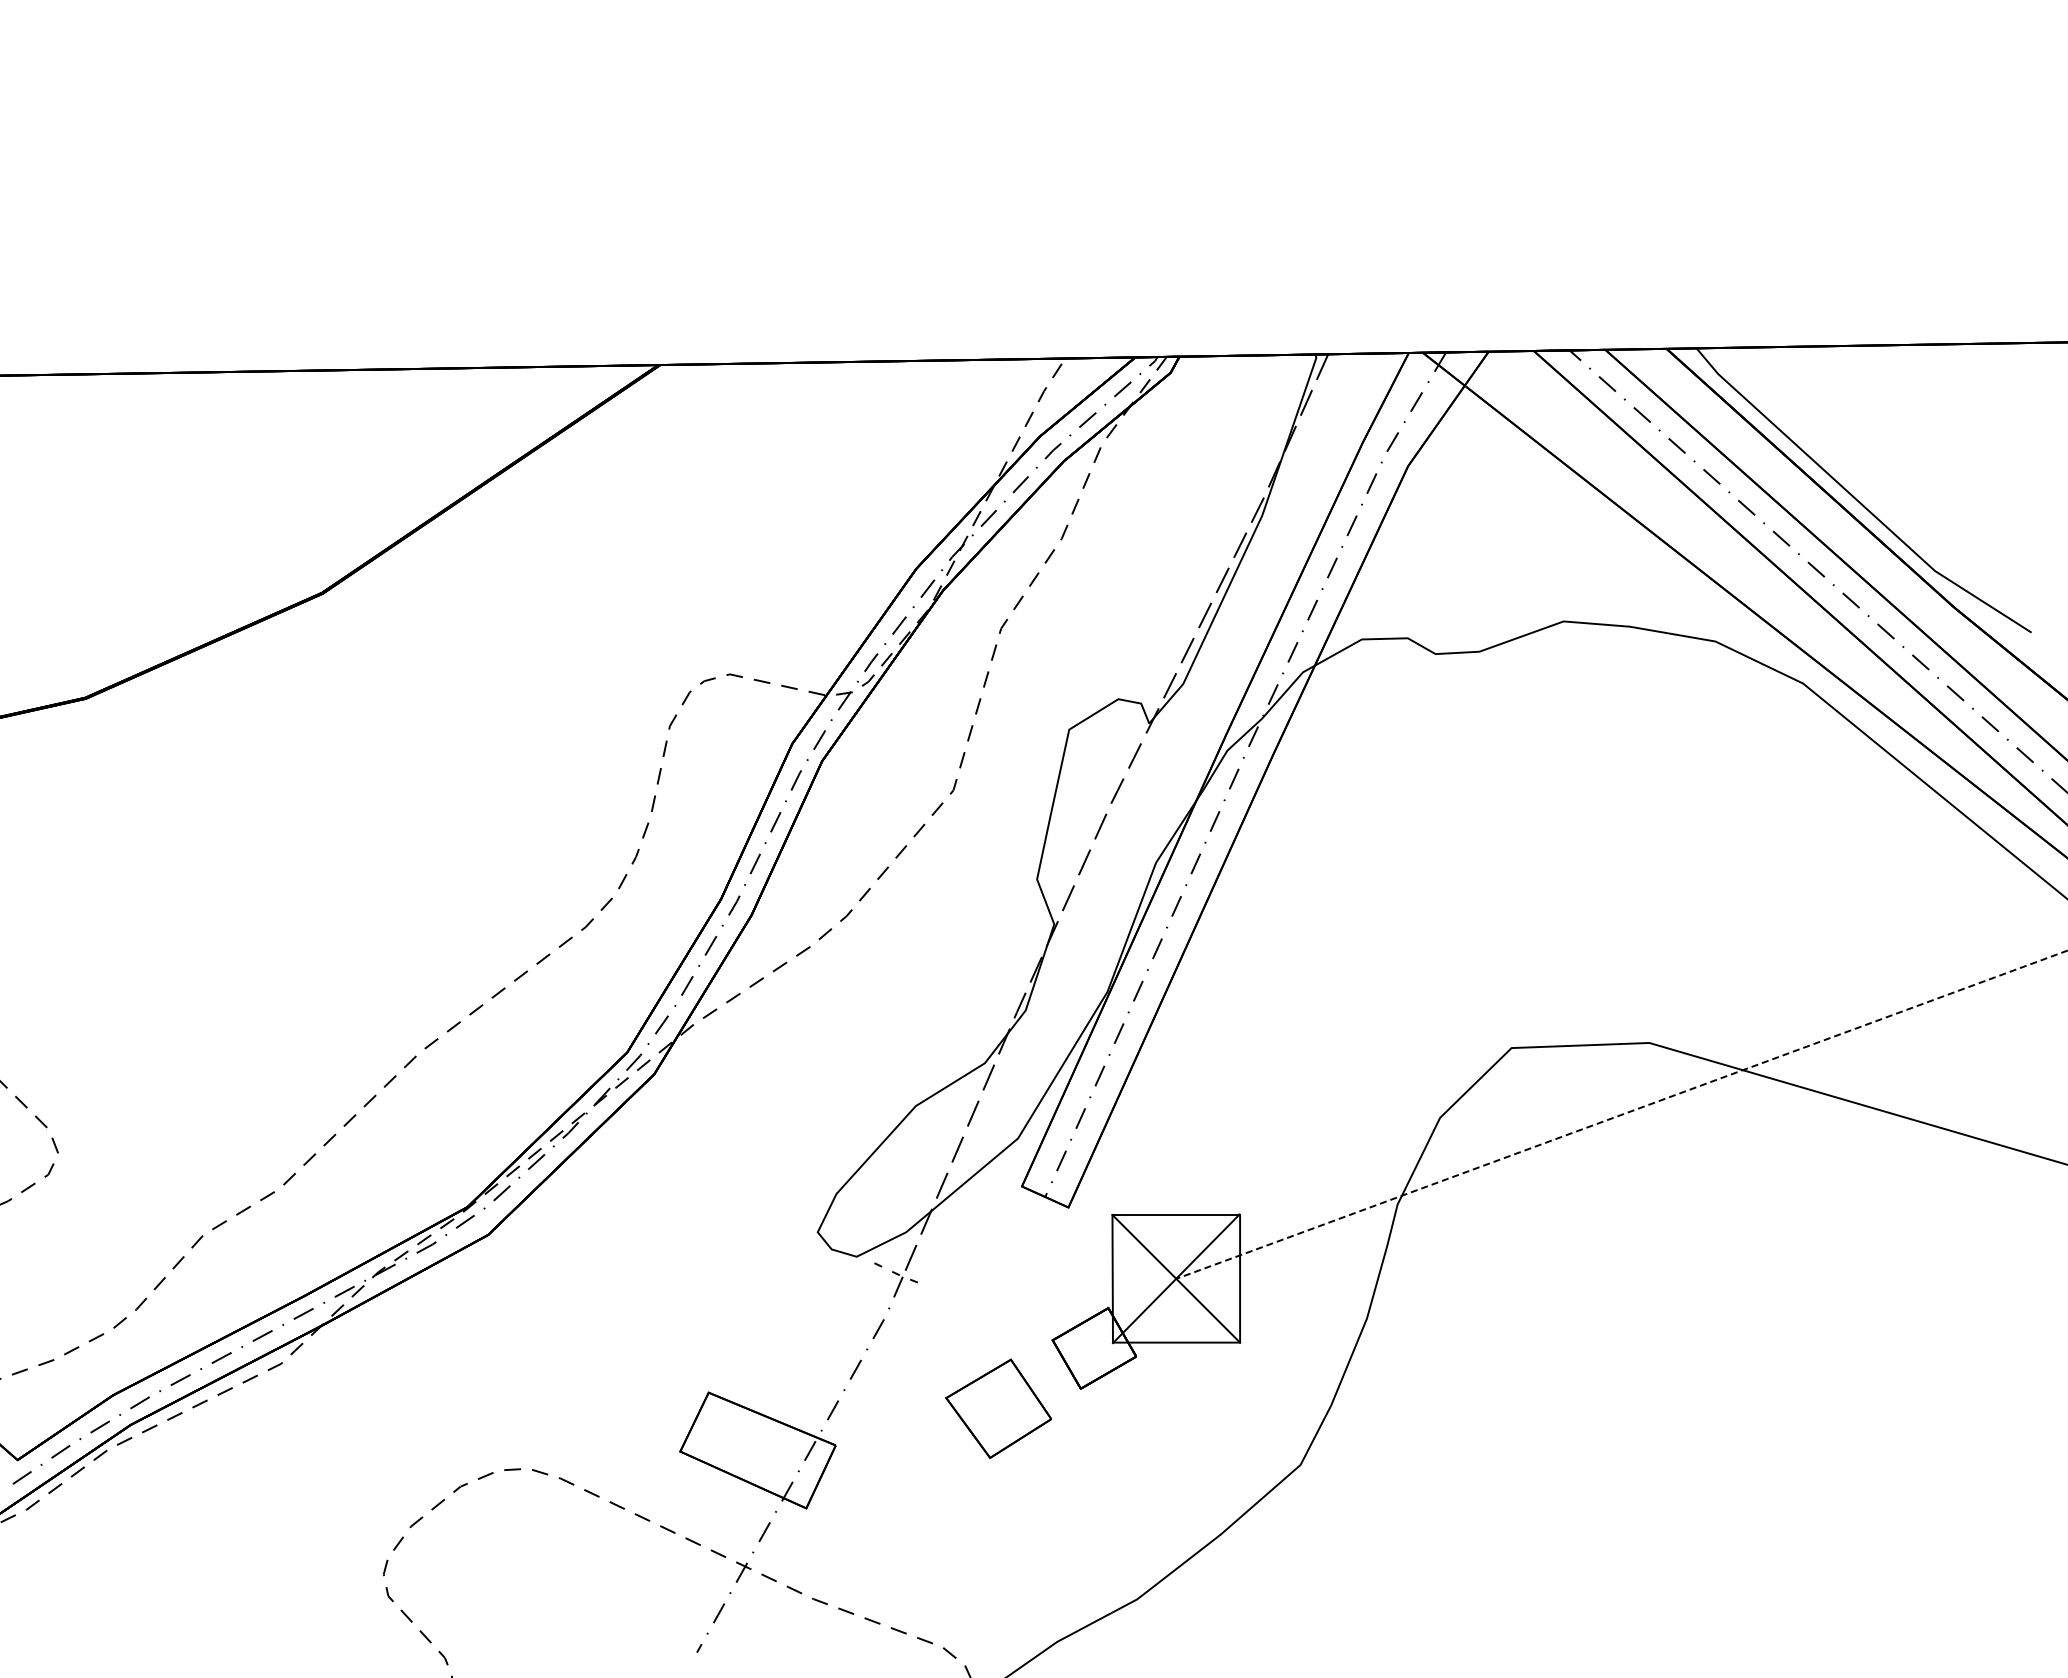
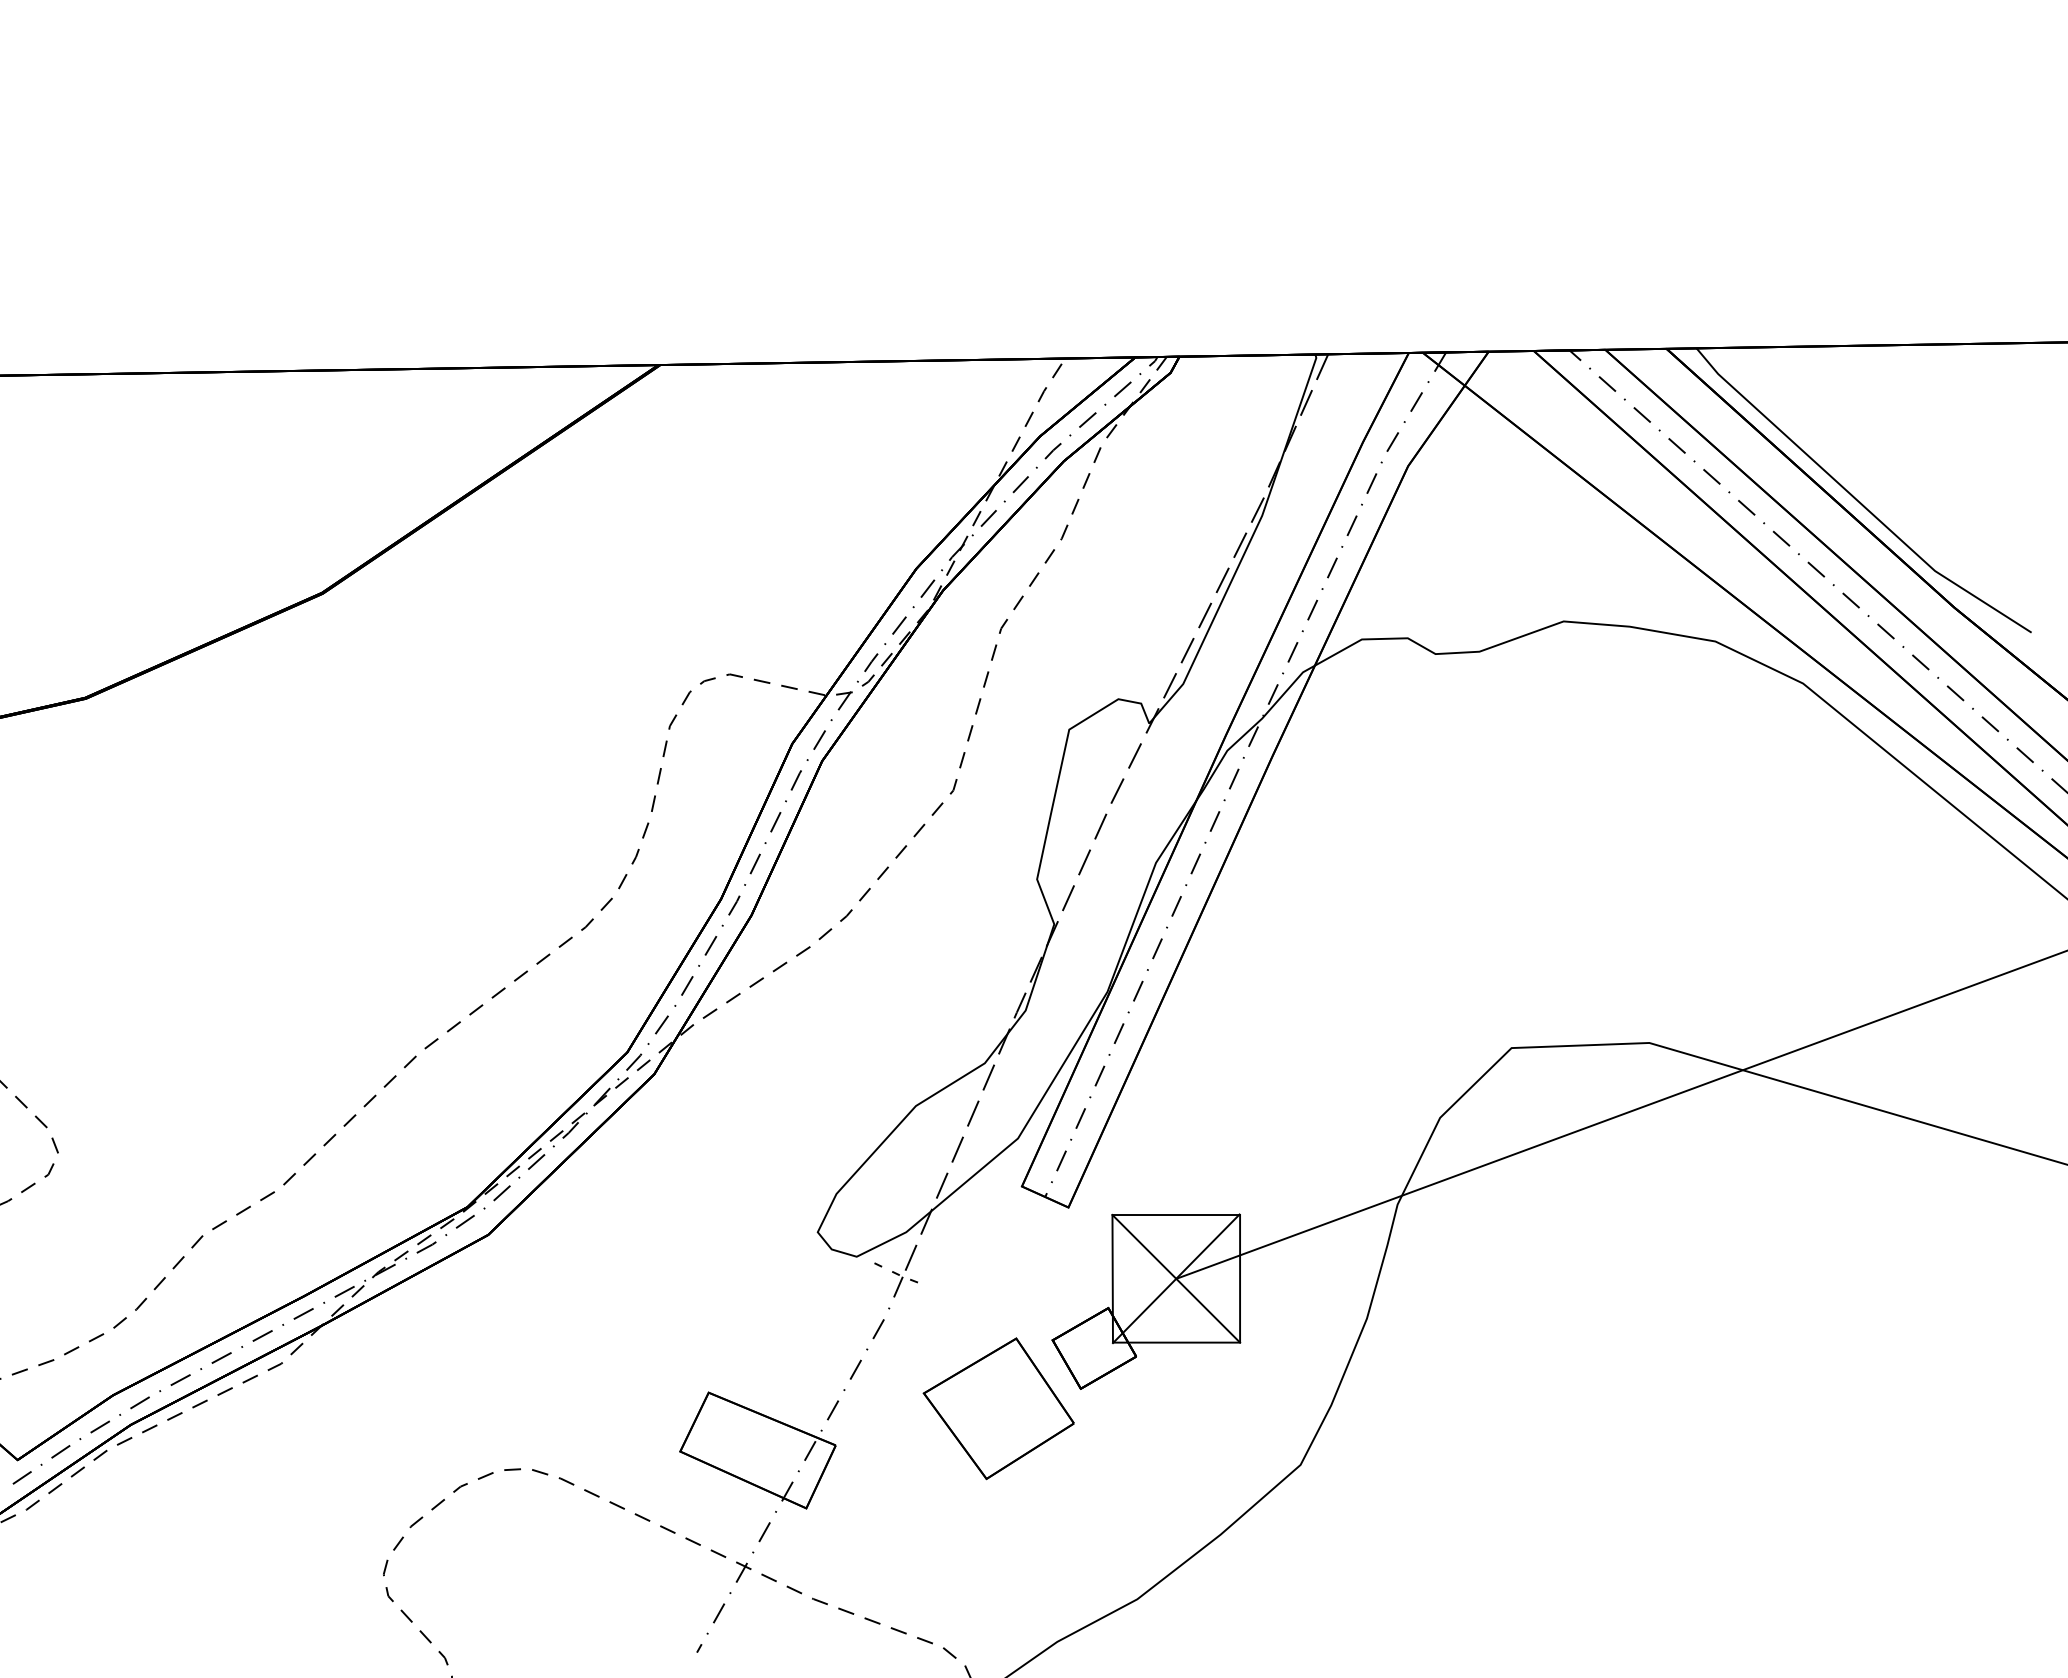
line at (1621, 1114): dashed -> solid
part at (998, 1408) size: 107x101 px -> 153x144 px
